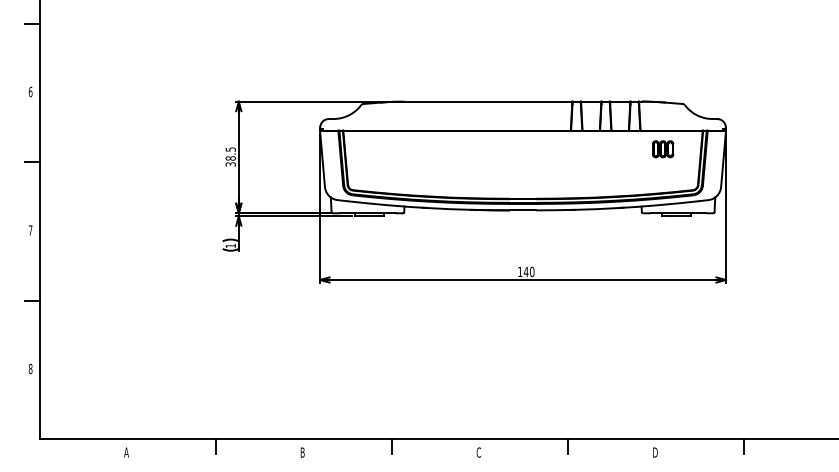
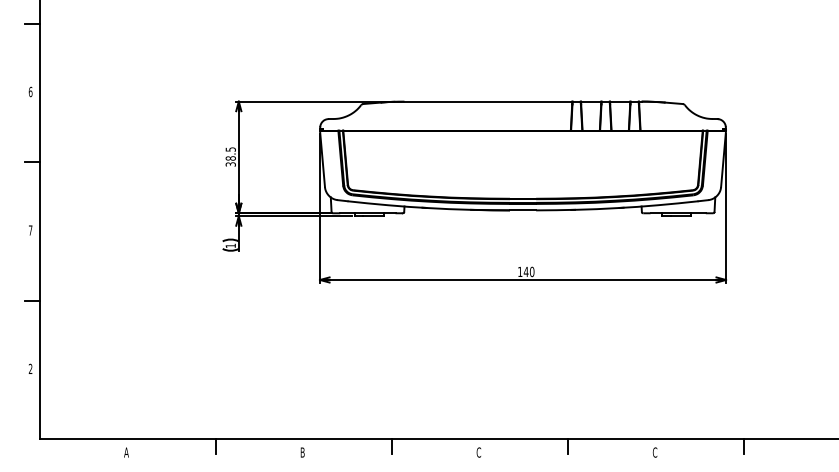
part at (663, 149): present -> none
text at (30, 369): 8 -> 2
text at (654, 452): D -> C
